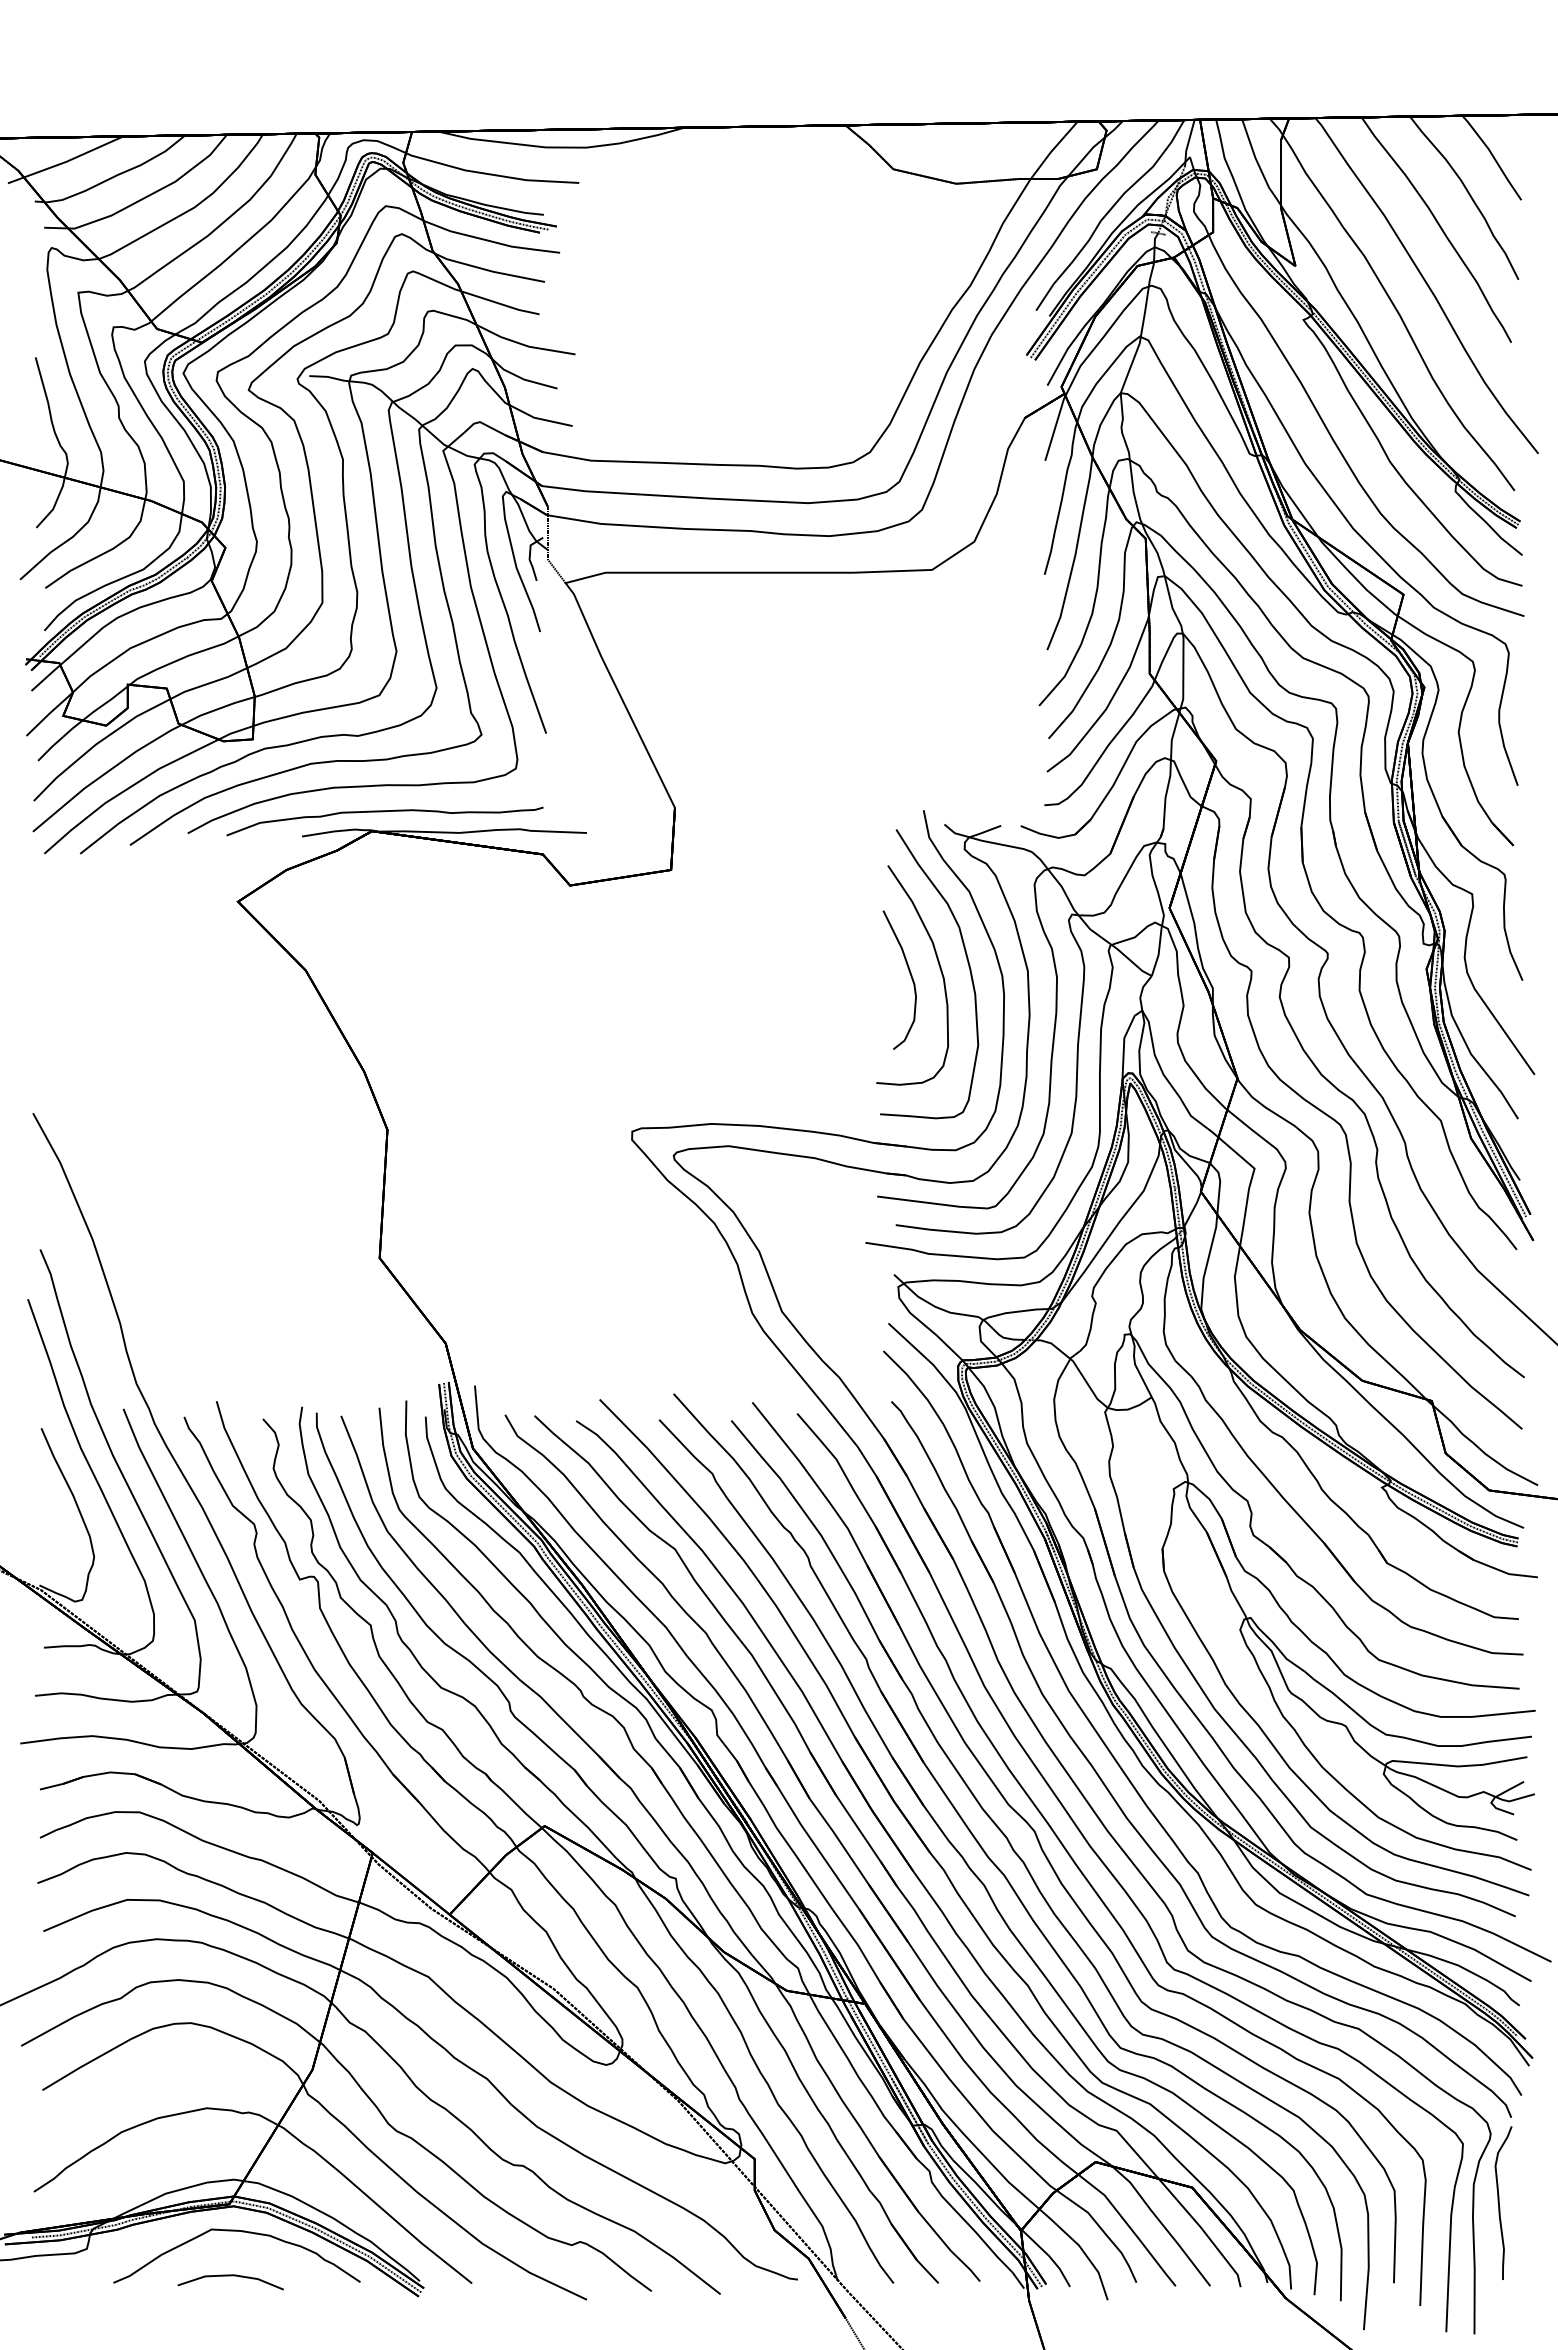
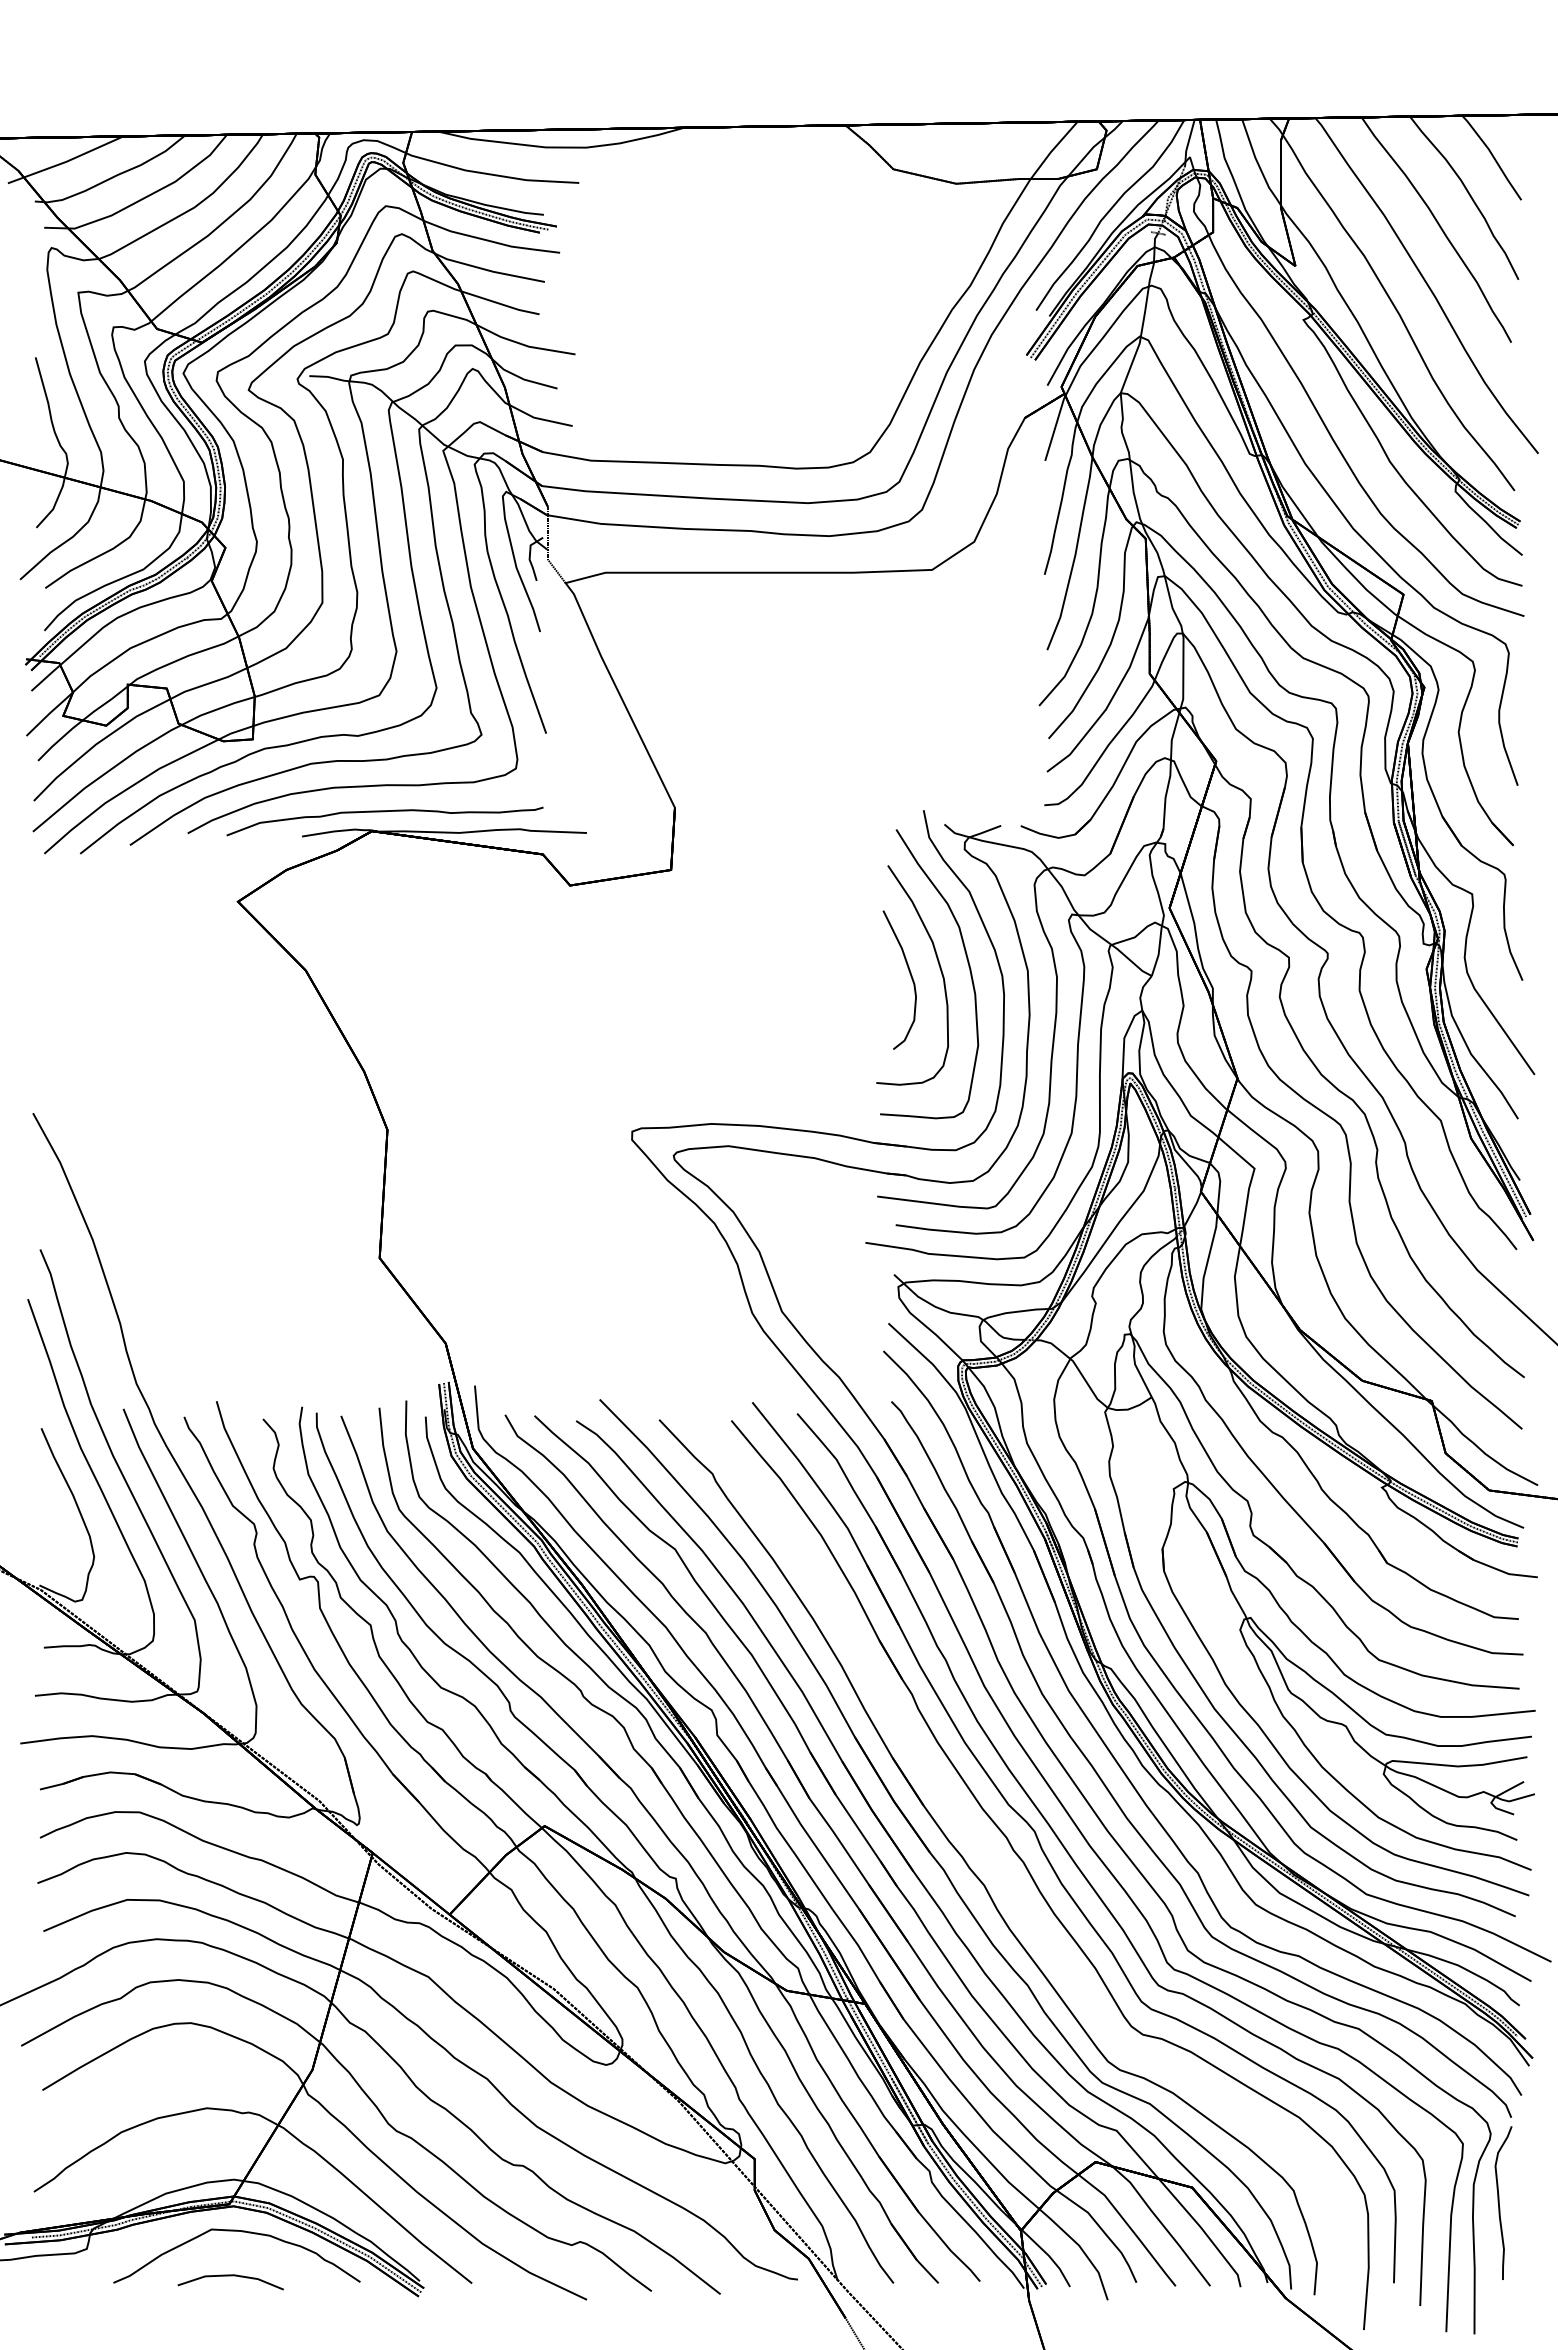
part at (993, 1861): present -> none
